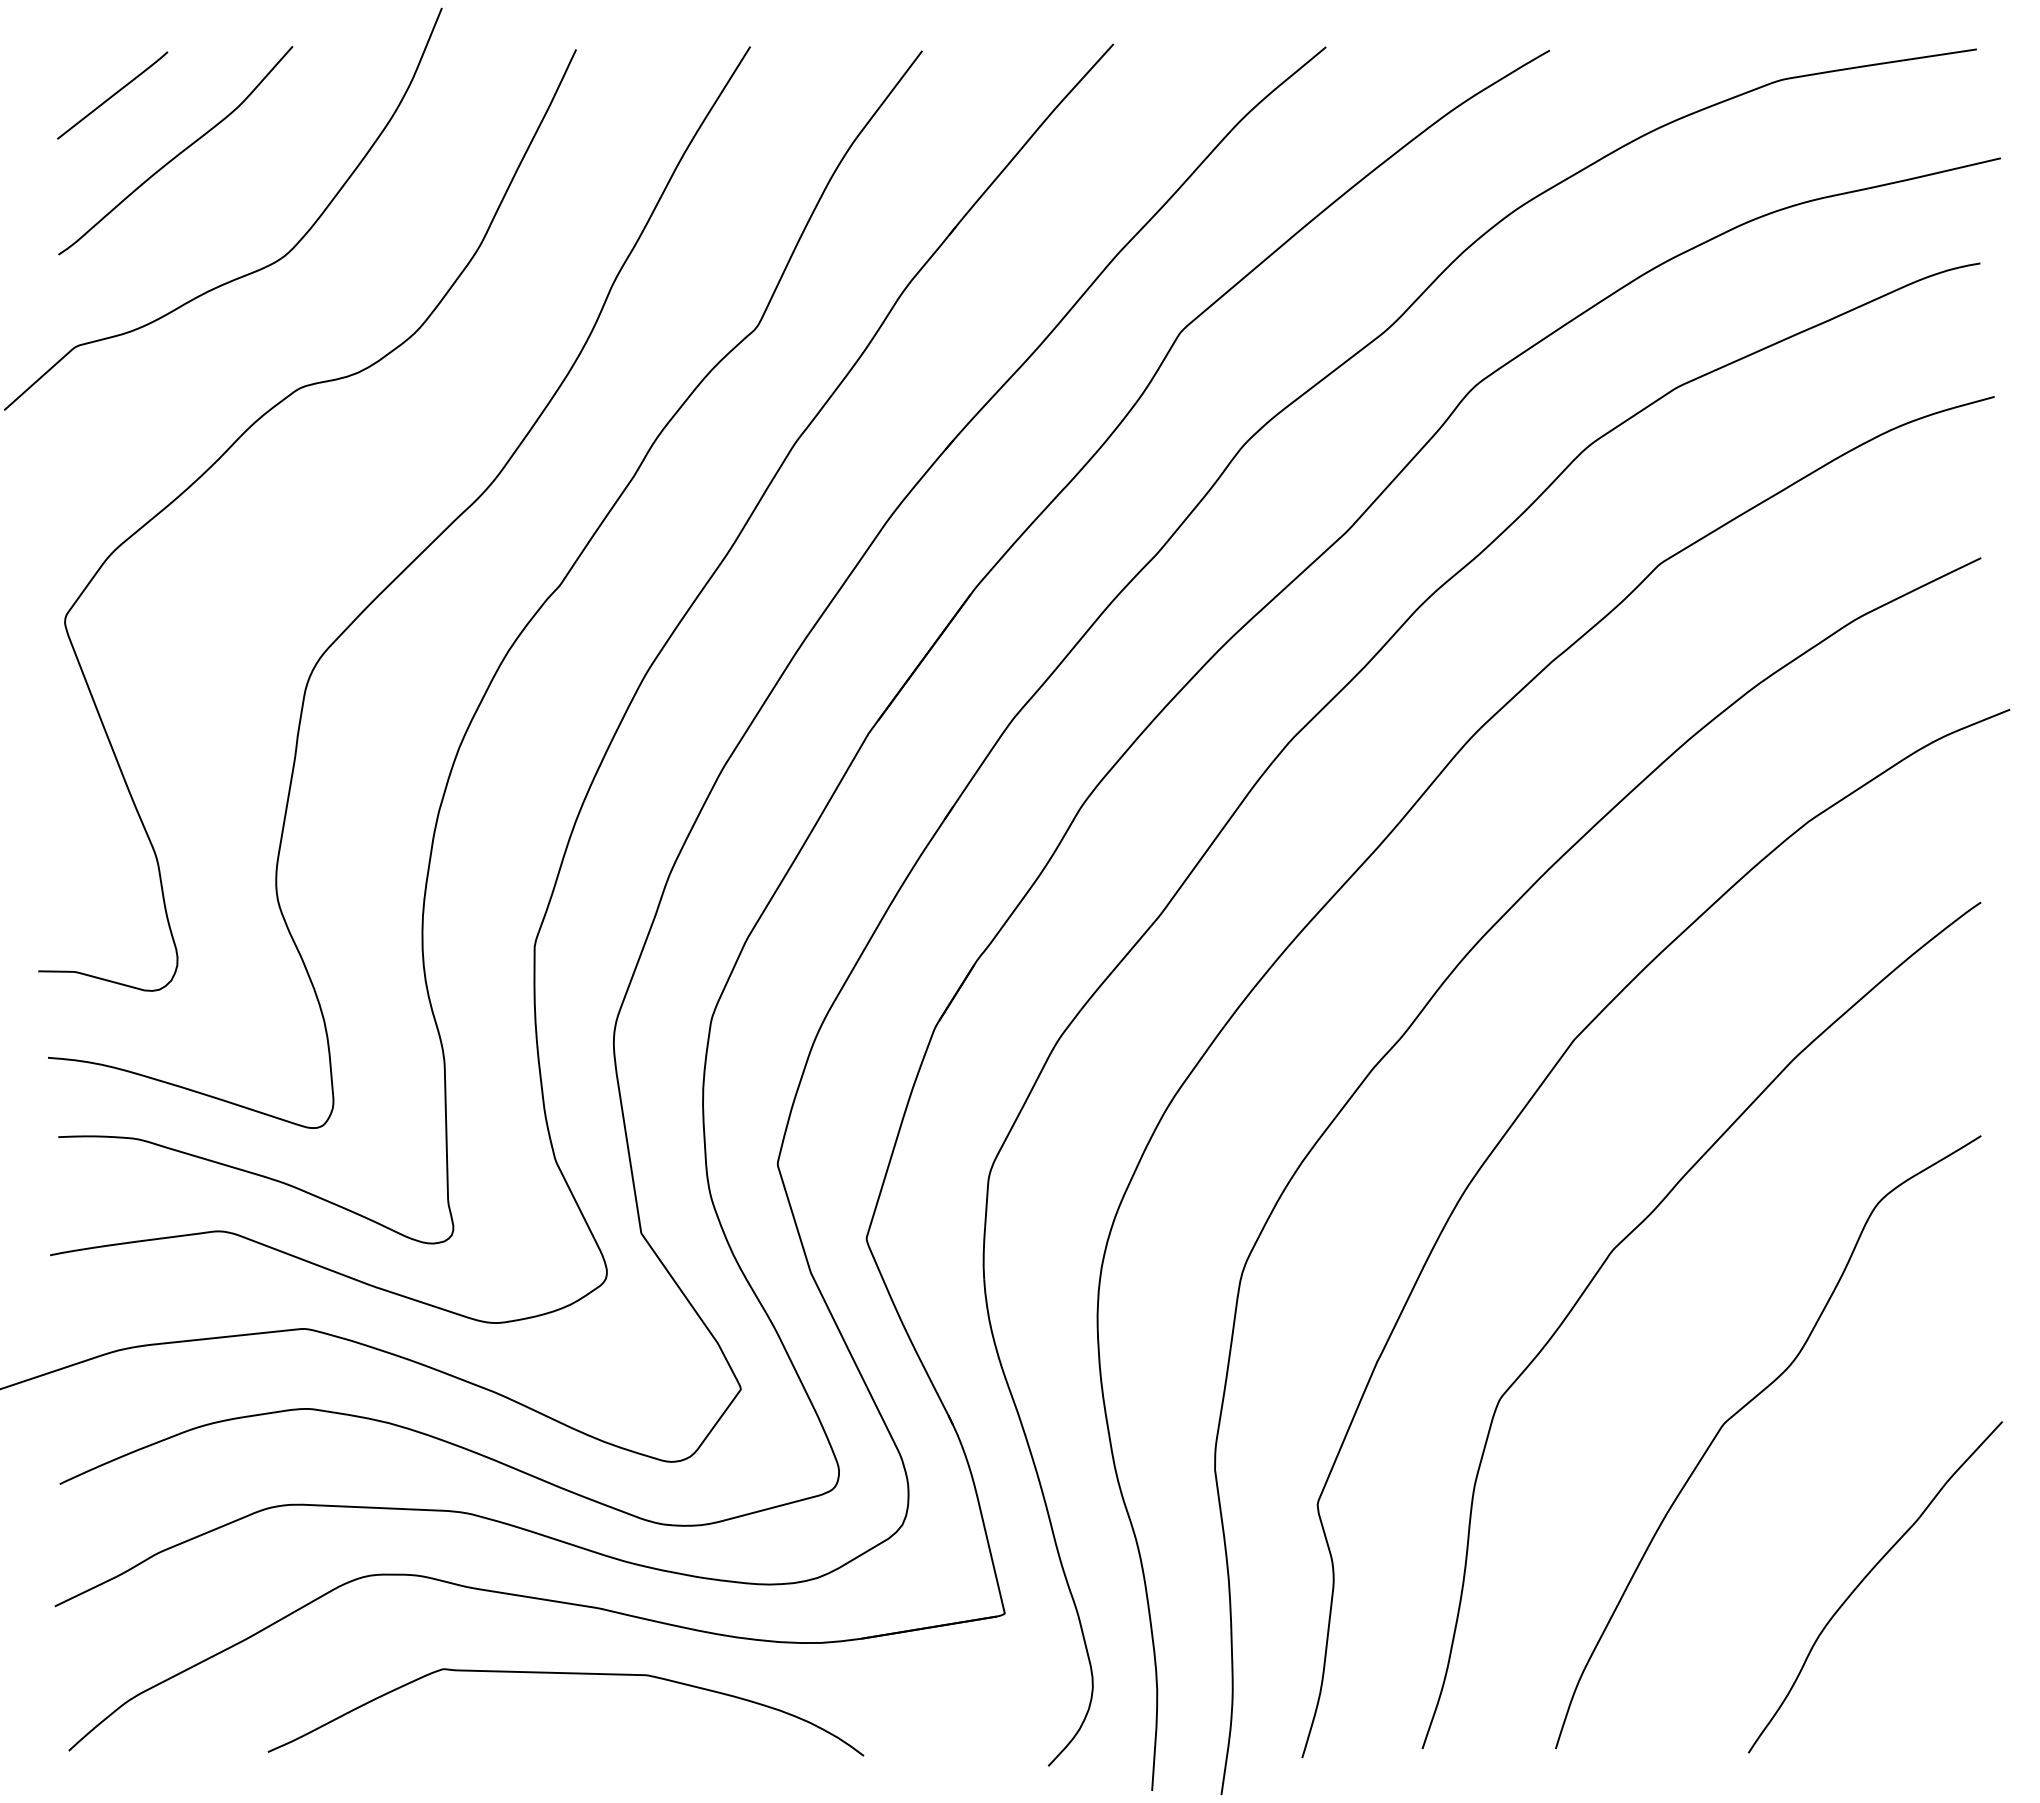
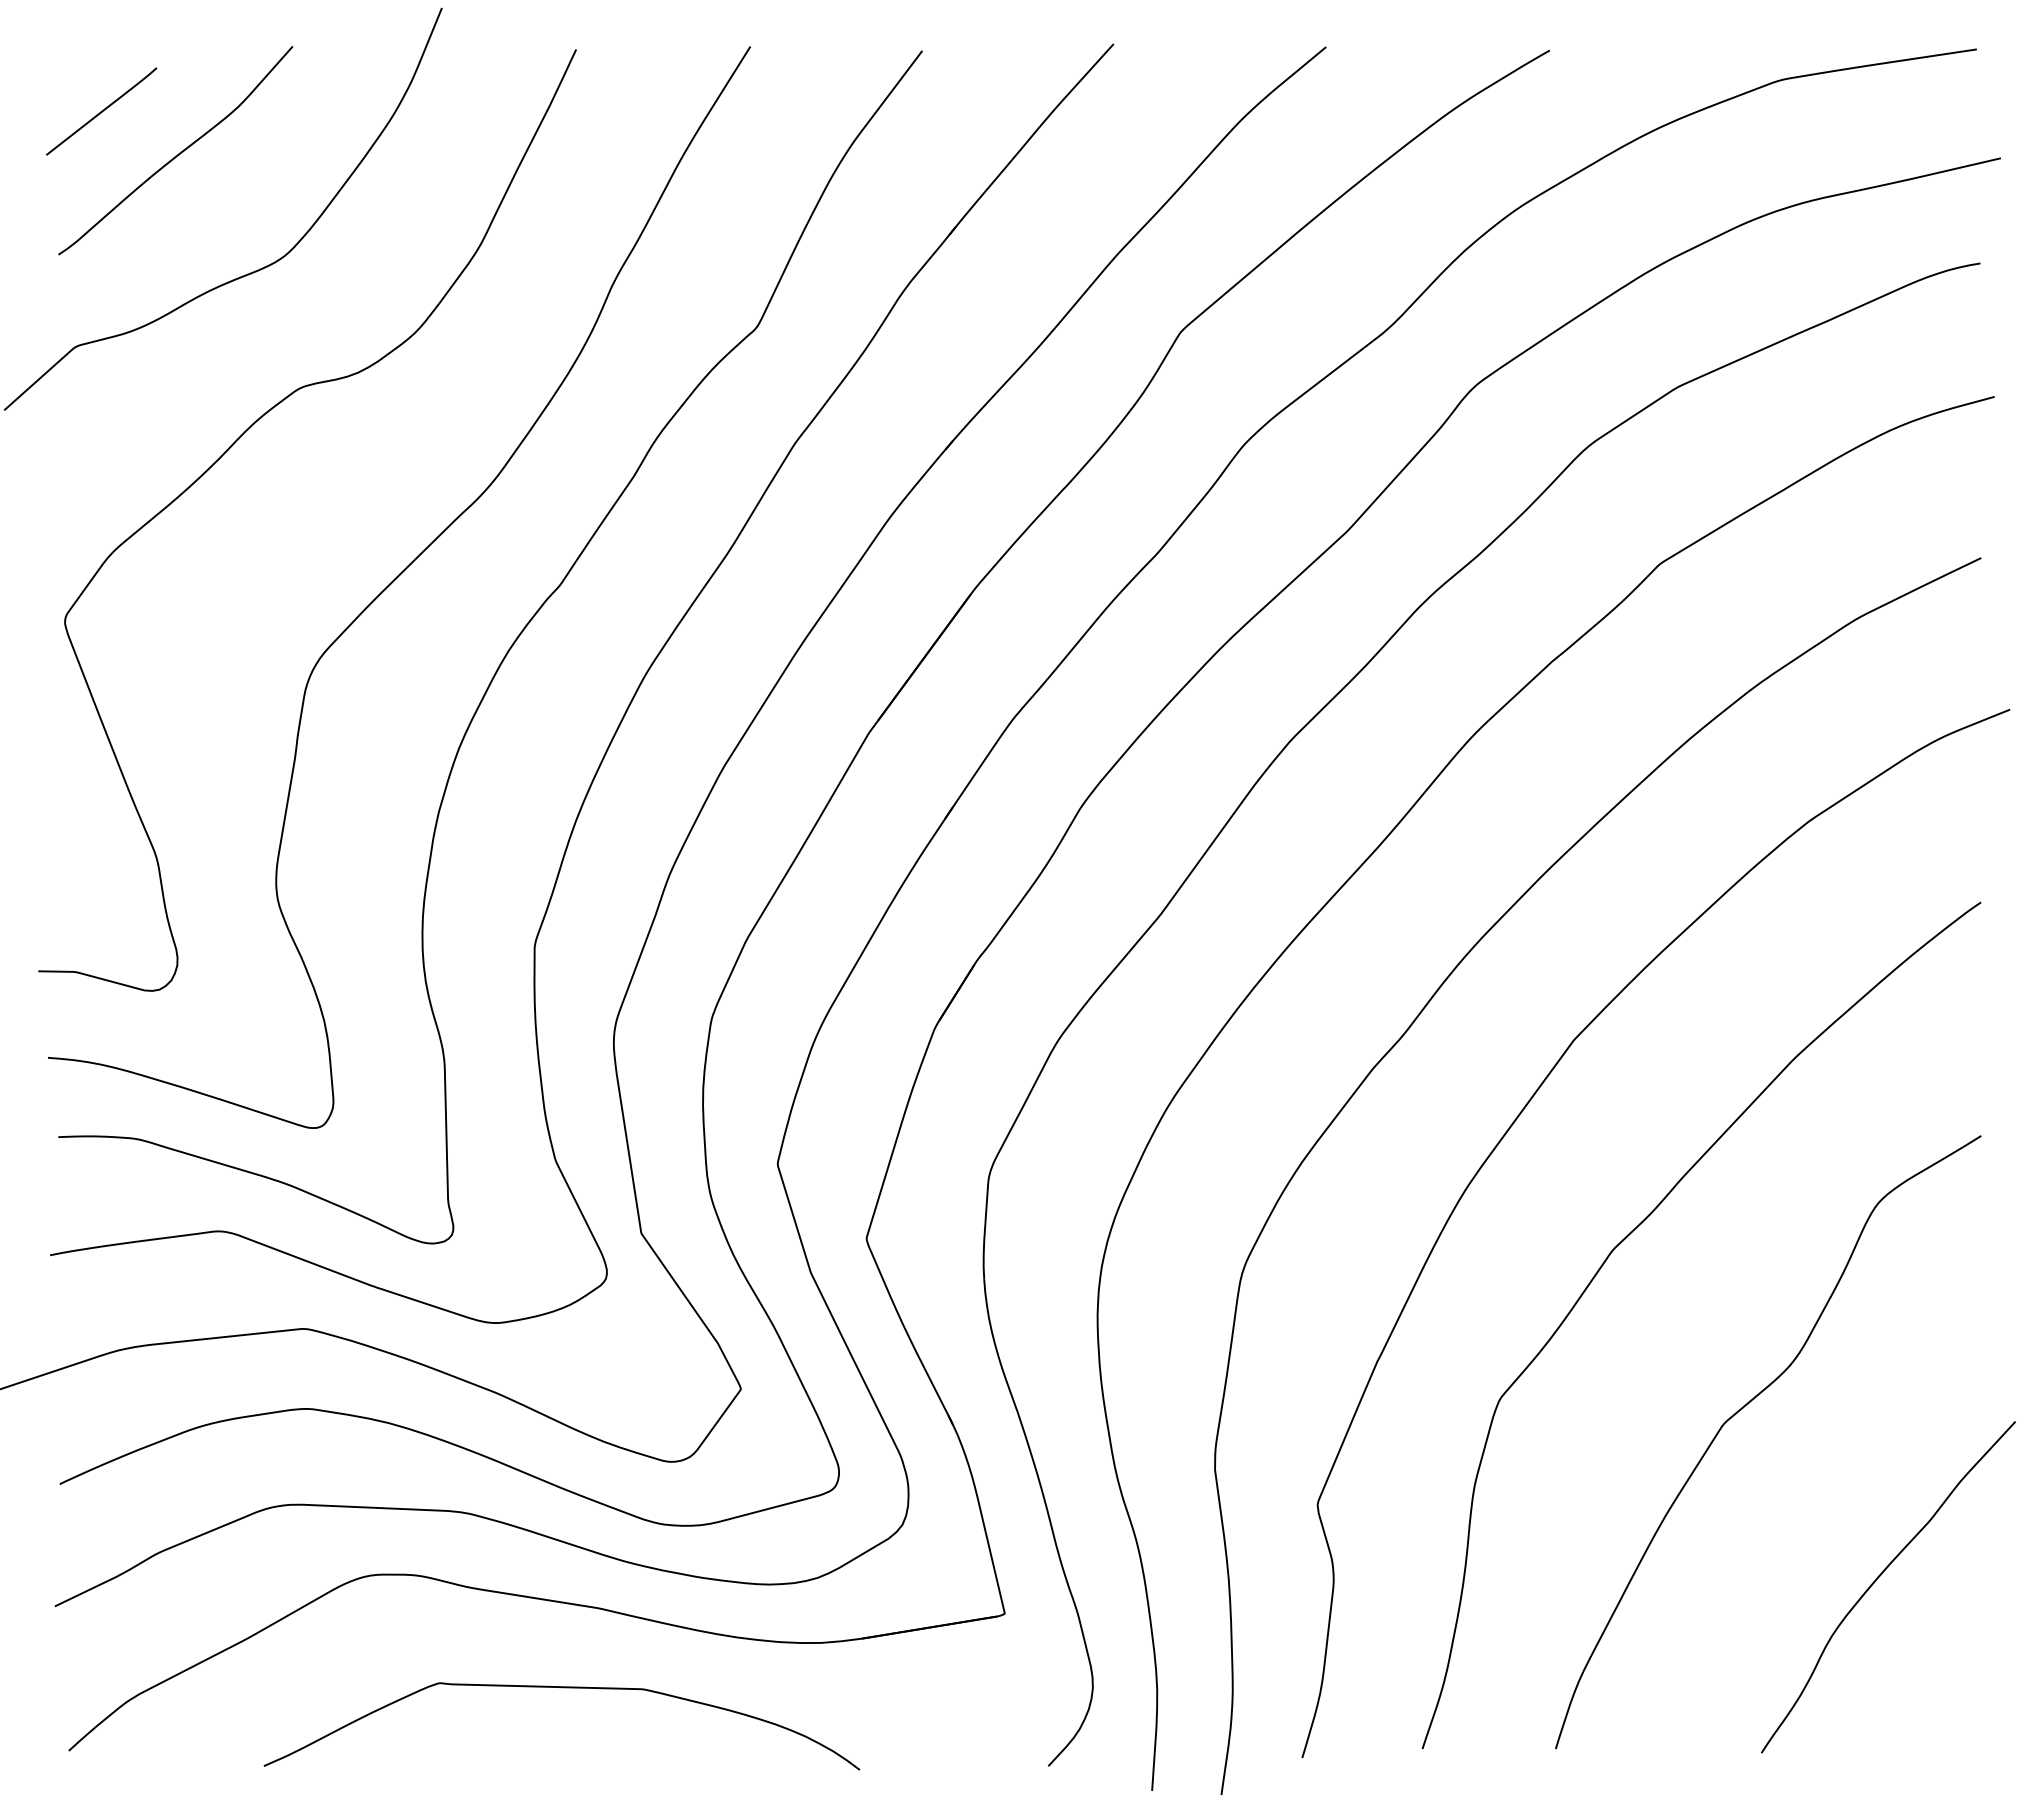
line at (112, 95) position: (112, 95) -> (101, 111)
curve at (1866, 1577) position: (1866, 1577) -> (1879, 1577)
curve at (565, 1674) position: (565, 1674) -> (561, 1688)
